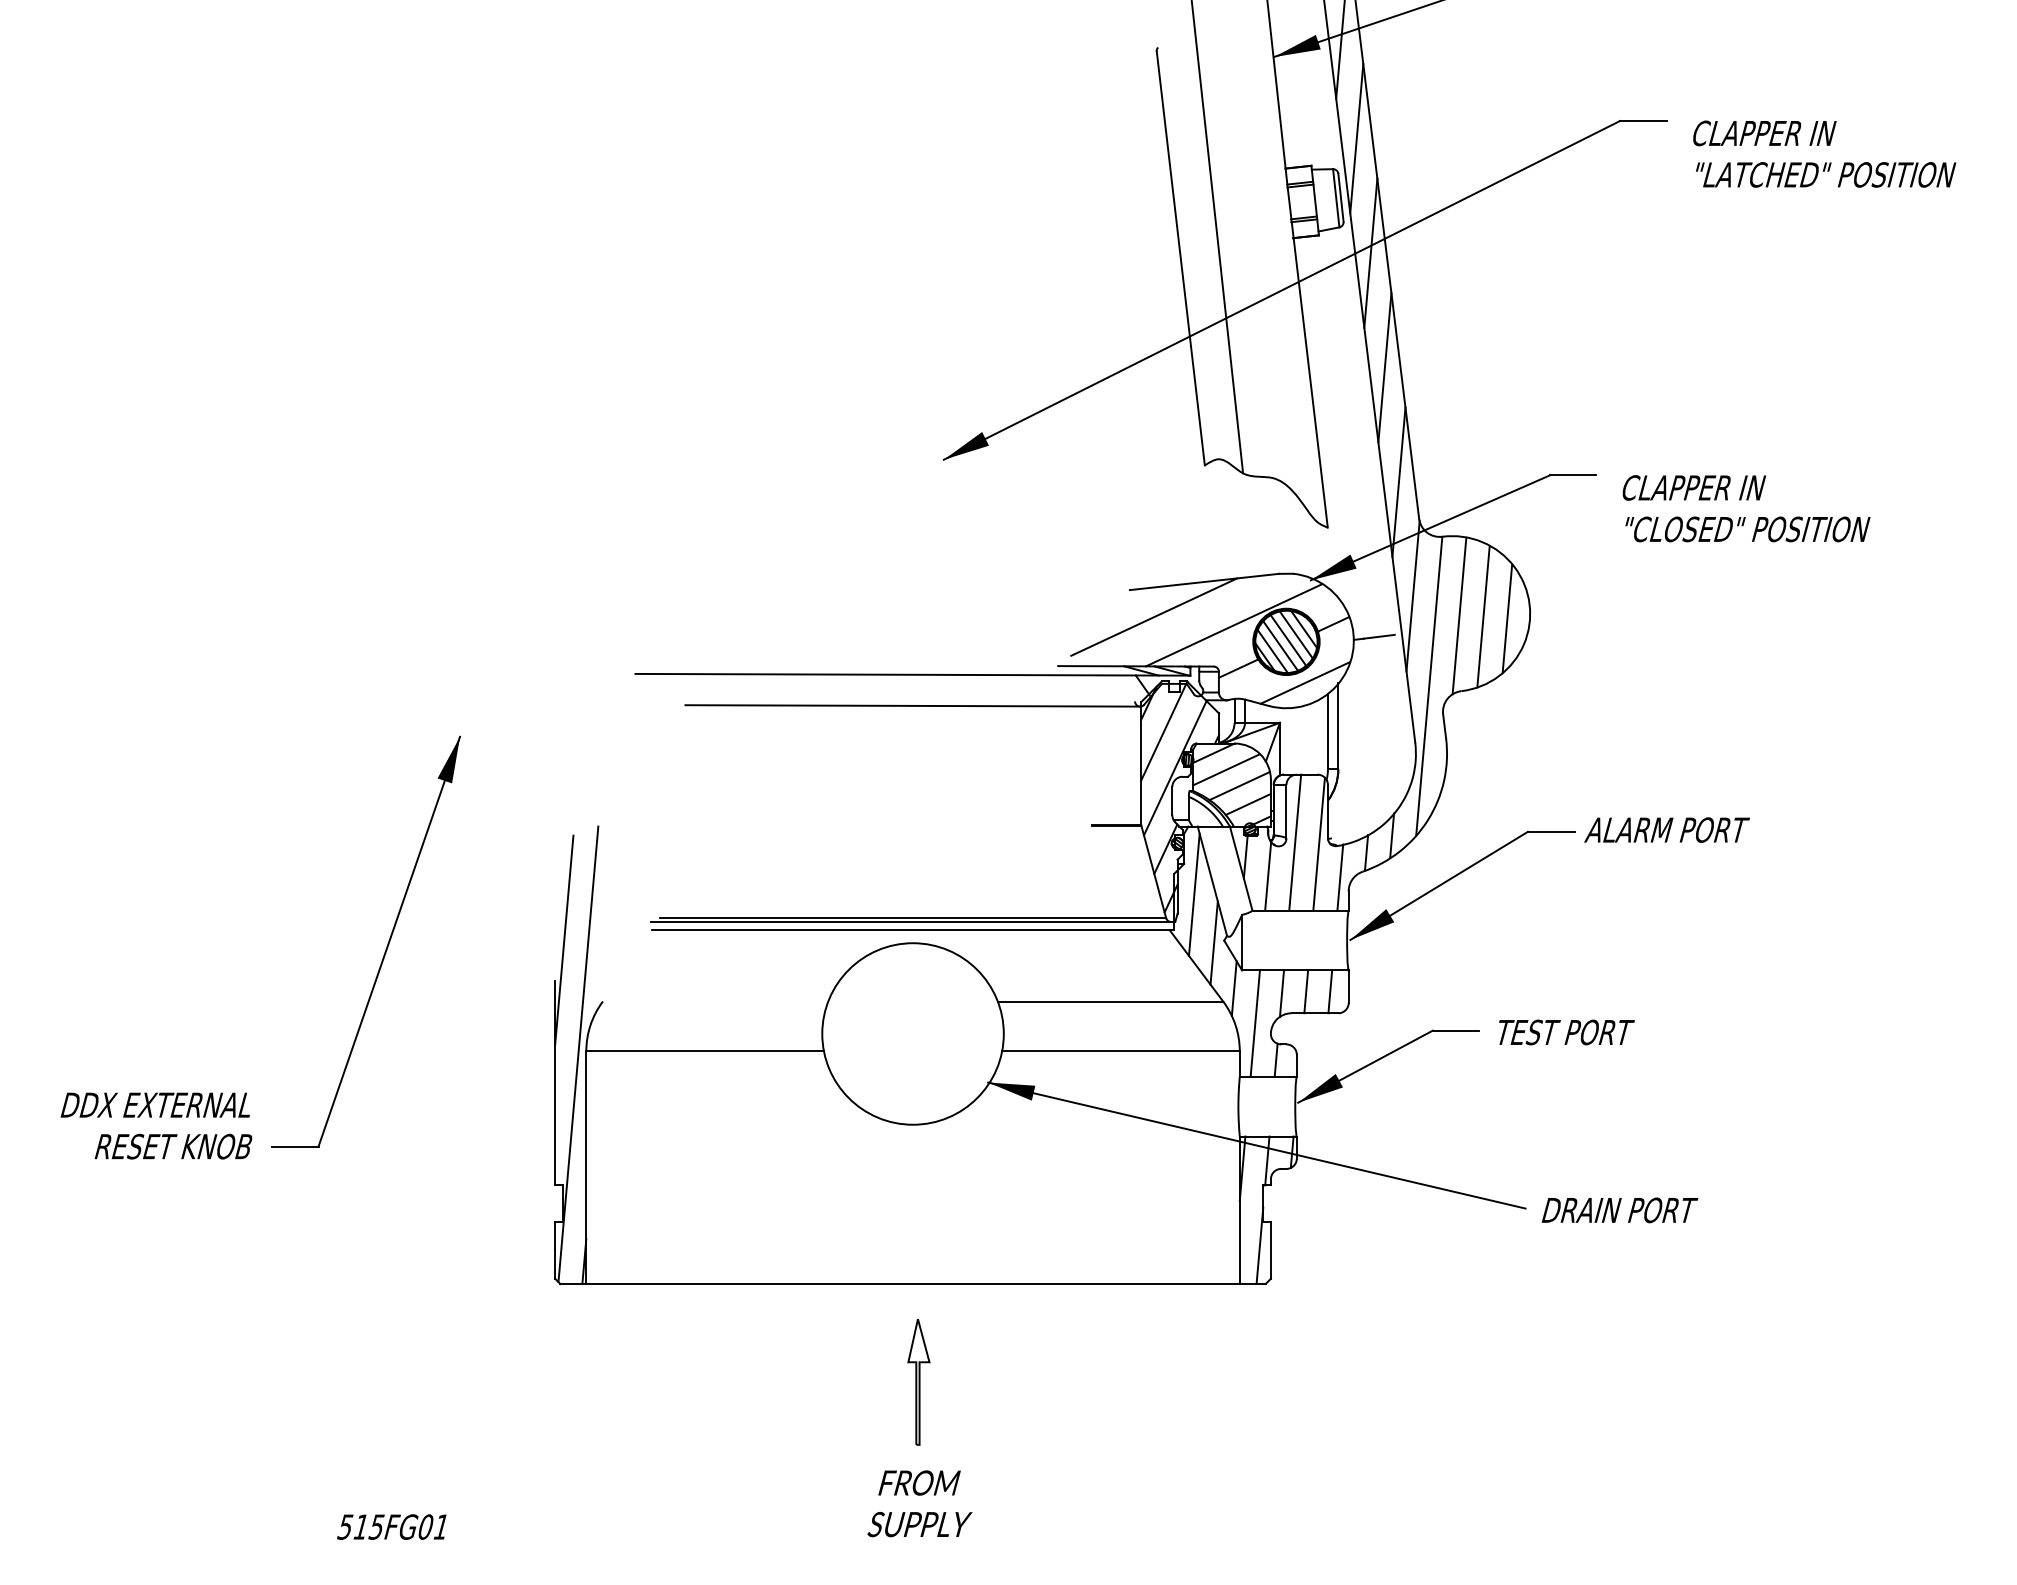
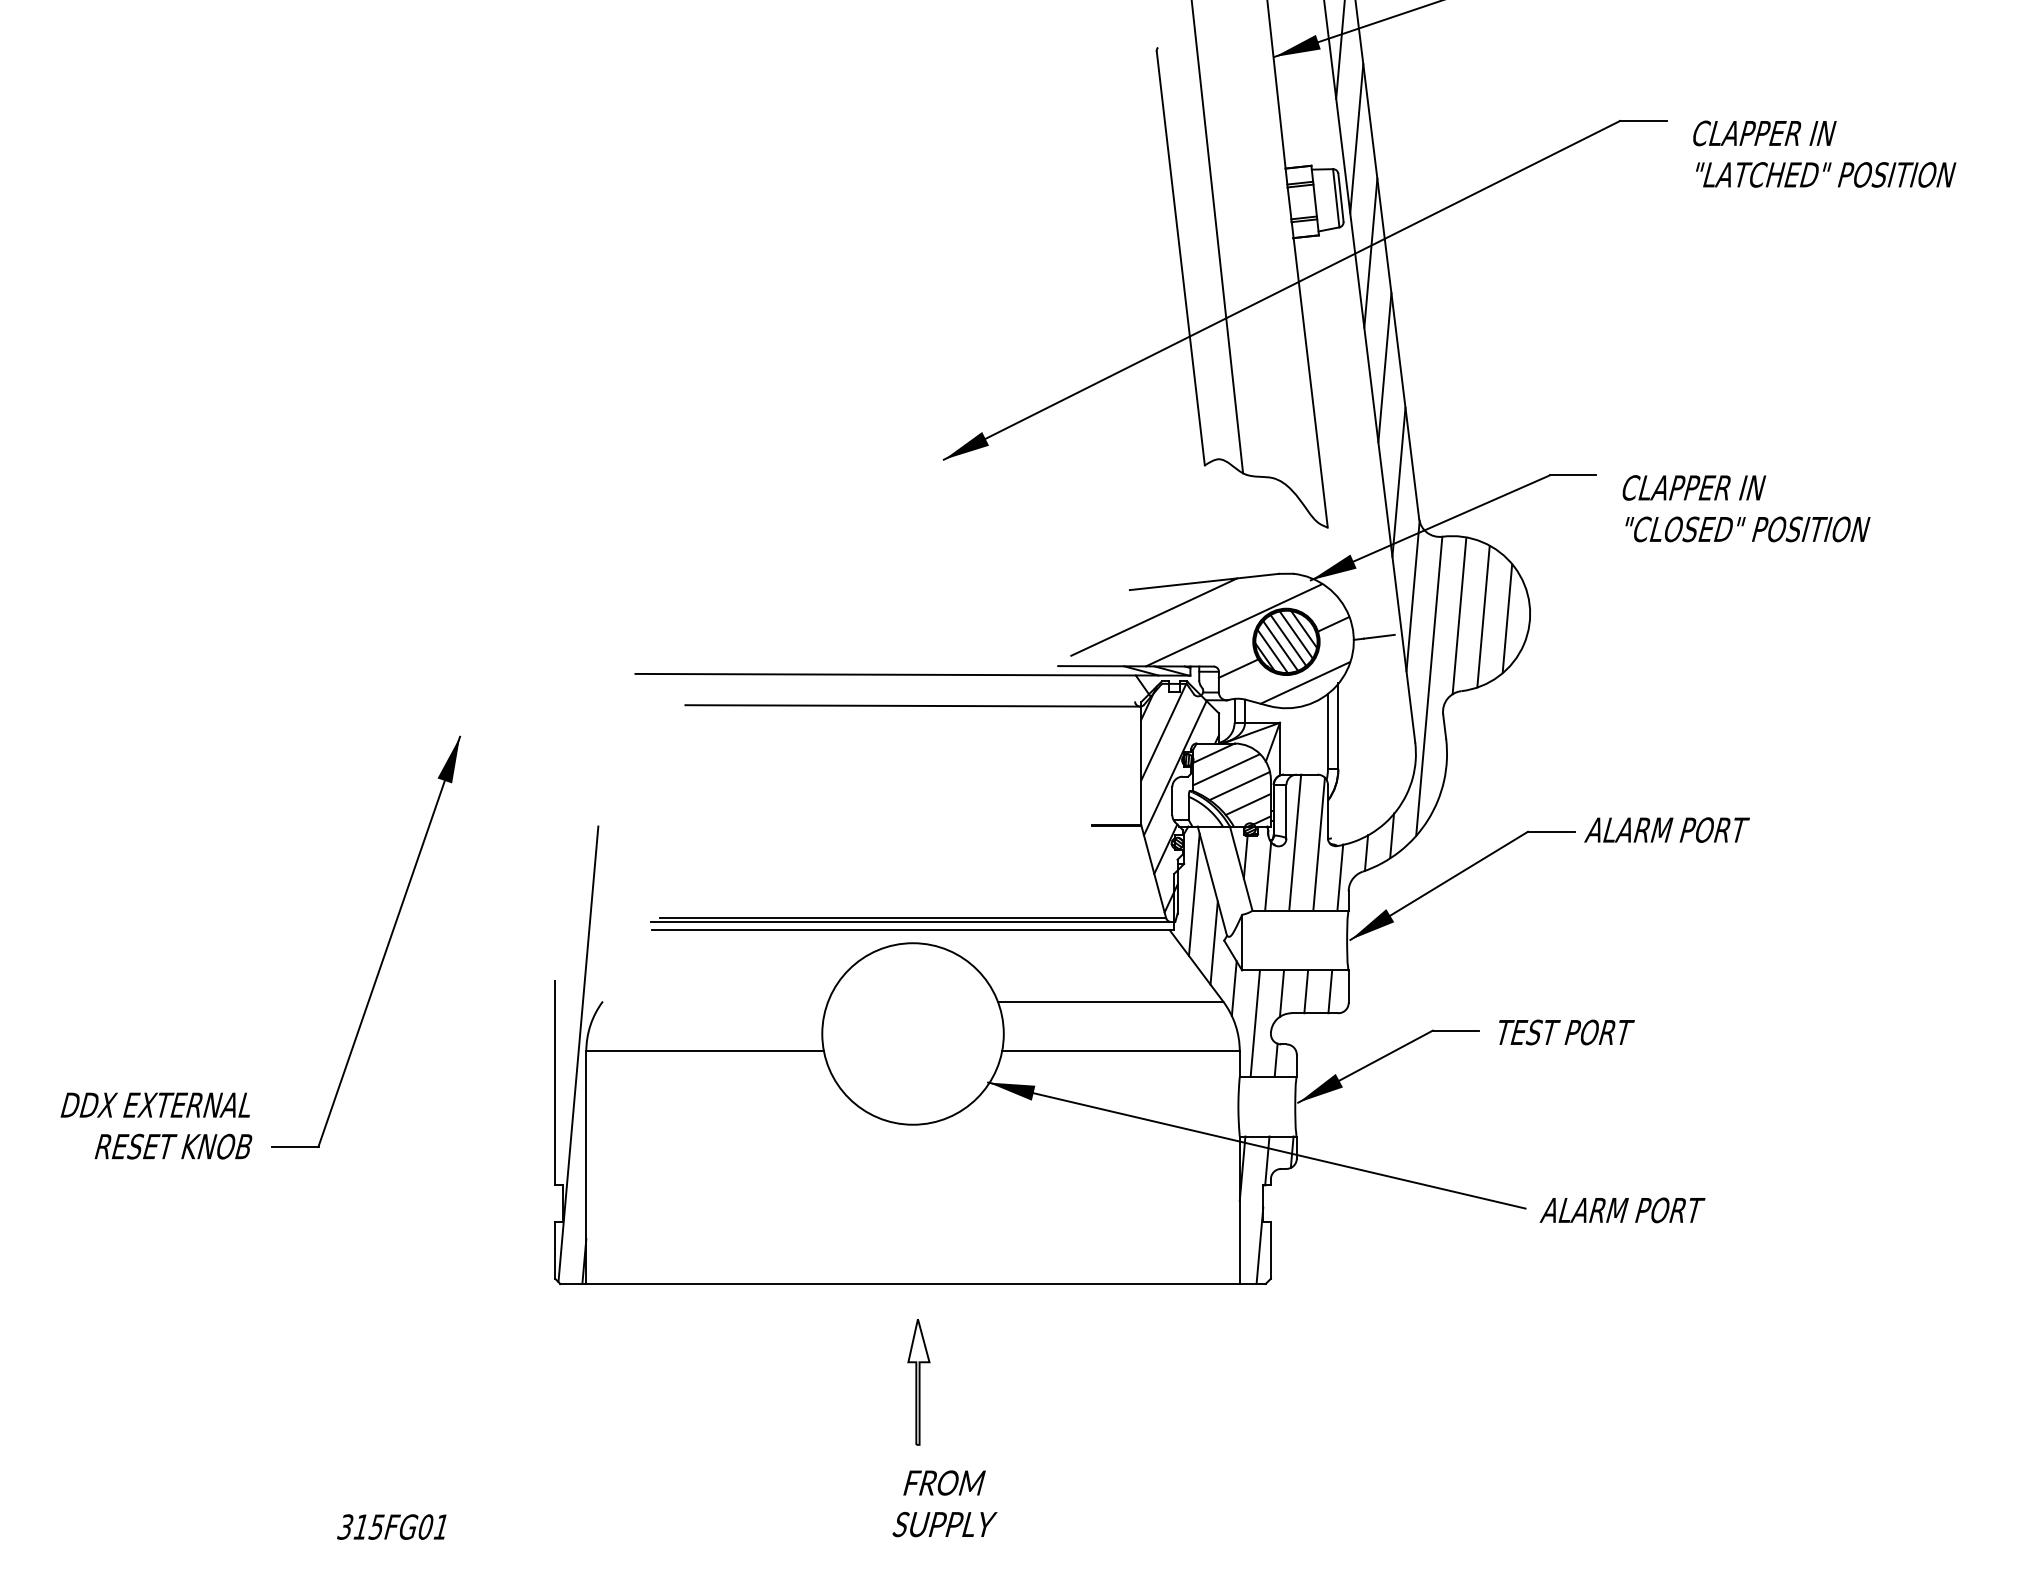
line at (564, 939): present -> none
text at (1622, 1210): DRAIN PORT -> ALARM PORT
text at (919, 1503) position: (919, 1503) -> (944, 1503)
text at (345, 1526): 515FG01 -> 315FG01
